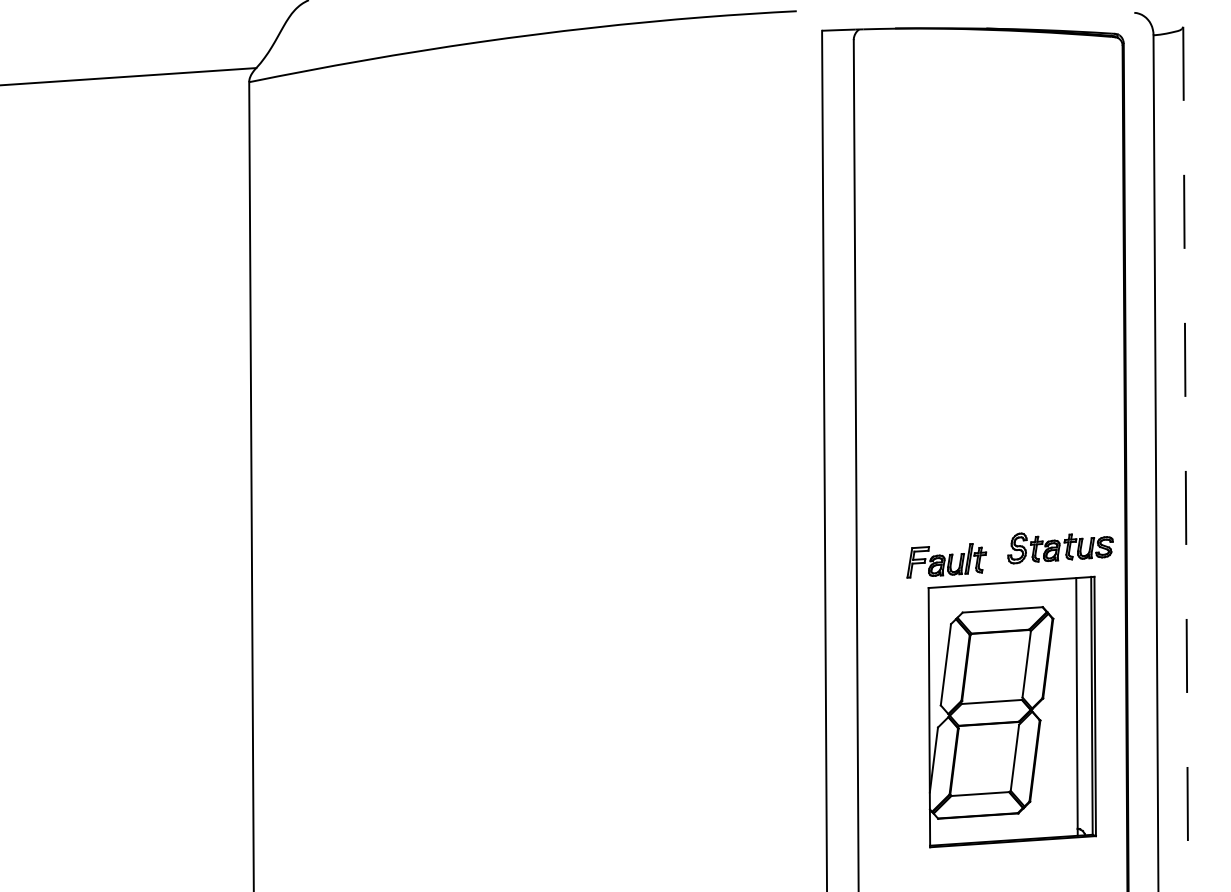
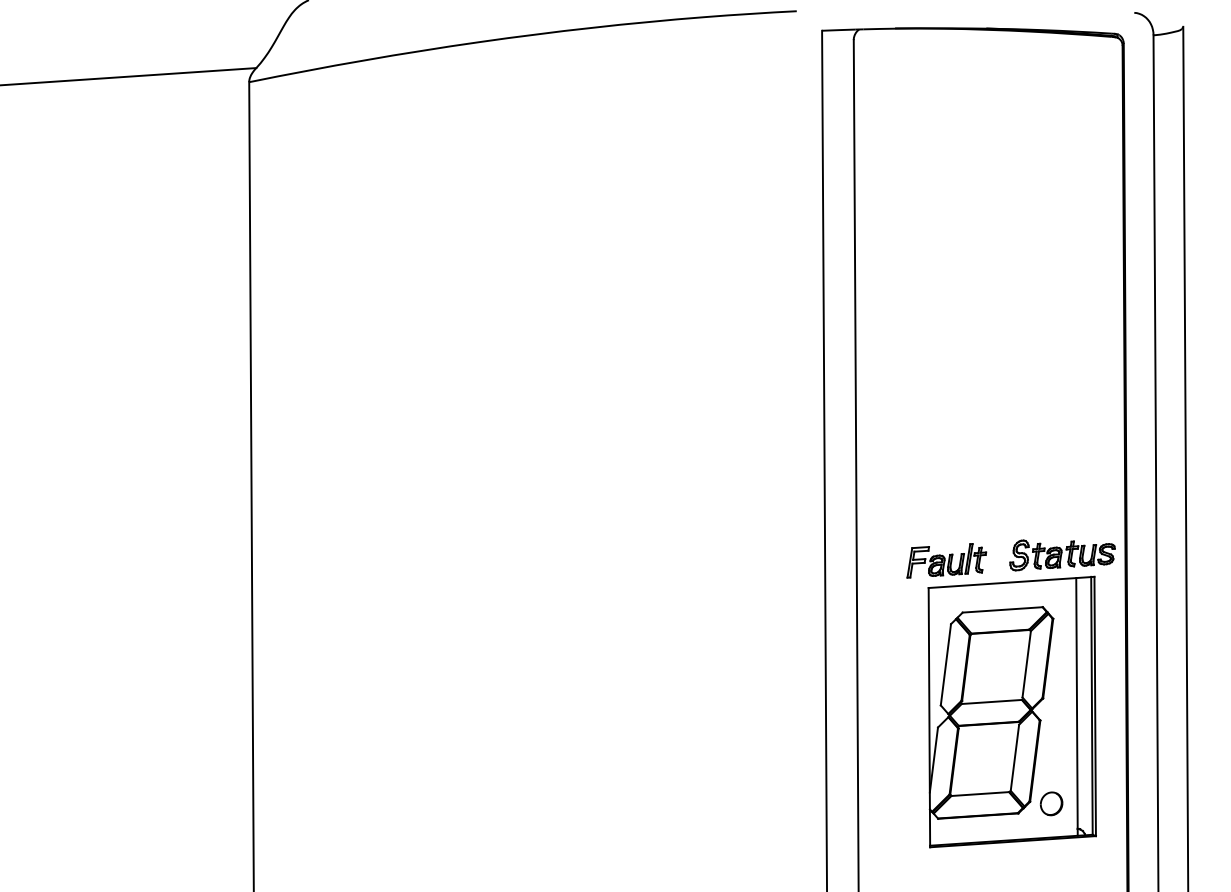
line at (1185, 459): dashed -> solid
part at (1060, 548) position: (1060, 548) -> (1062, 555)
part at (1051, 803): none -> present
